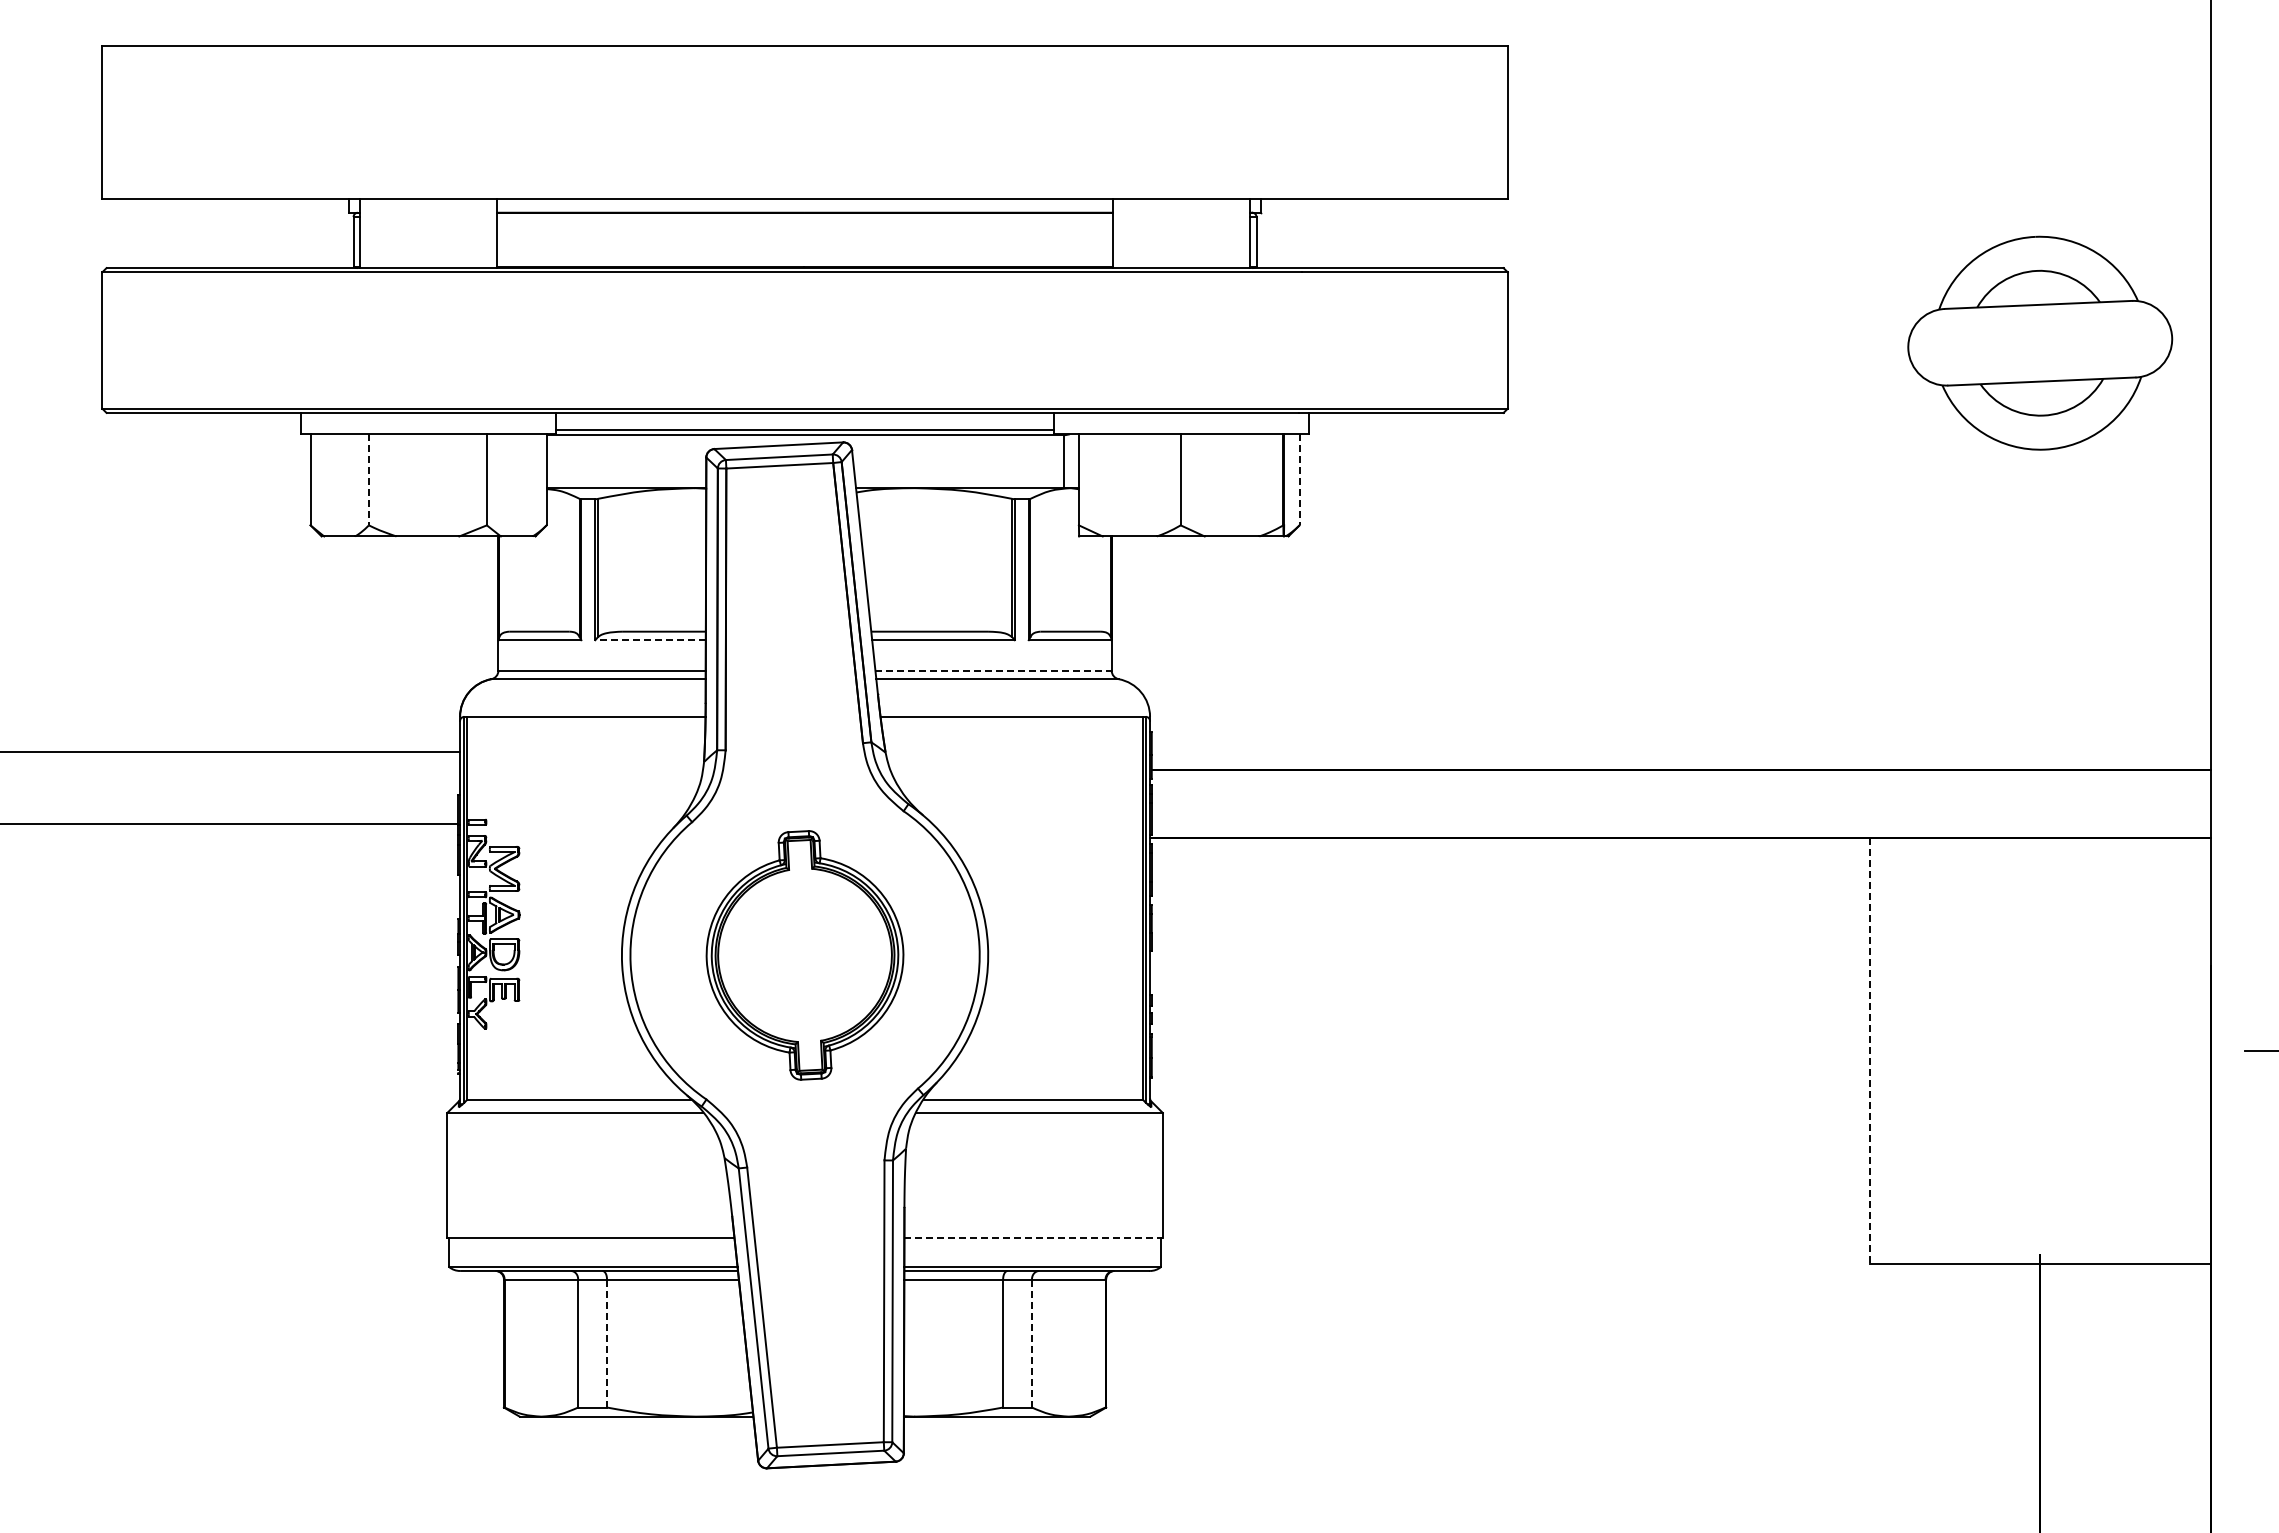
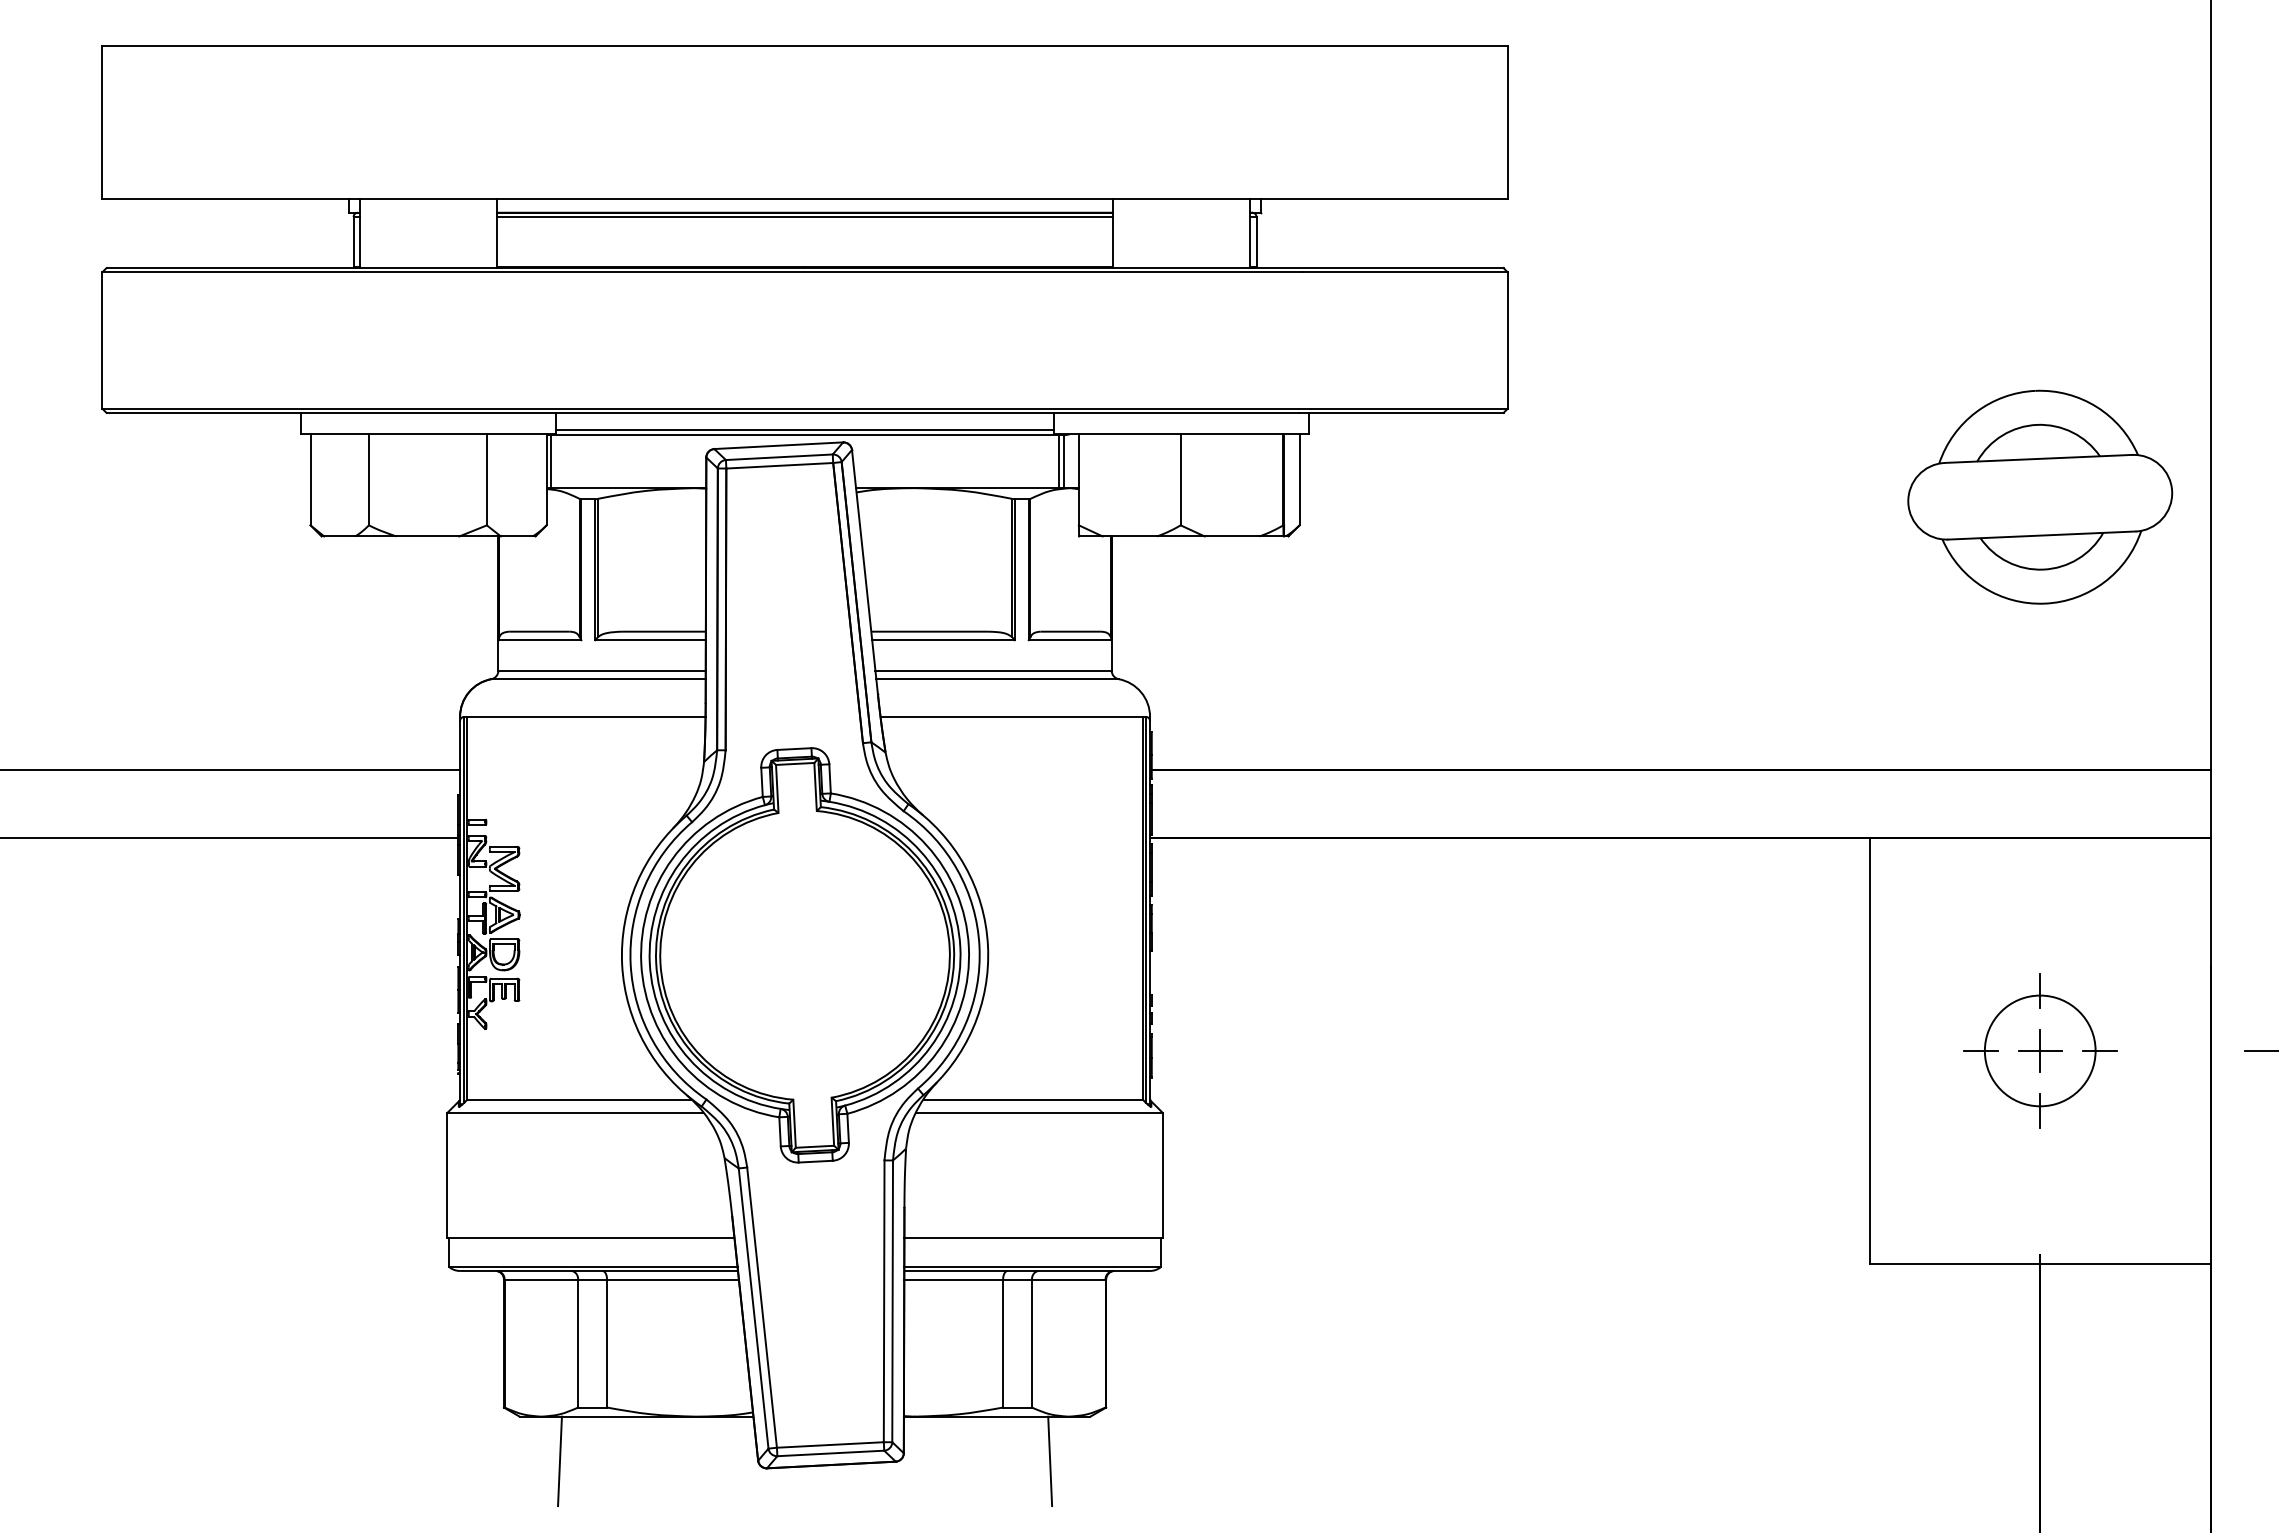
line at (804, 217): none -> present
part at (2040, 342) position: (2040, 342) -> (2040, 496)
line at (551, 461): none -> present
line at (1059, 461): none -> present
line at (368, 479): dashed -> solid
line at (1299, 479): dashed -> solid
line at (650, 640): dashed -> solid
line at (994, 670): dashed -> solid
line at (231, 751) position: (231, 751) -> (231, 769)
line at (230, 823) position: (230, 823) -> (230, 837)
part at (804, 955) size: 200x251 px -> 330x417 px
line at (1869, 1050): dashed -> solid
part at (2040, 1050): none -> present
line at (1034, 1237): dashed -> solid
line at (607, 1344): dashed -> solid
line at (1031, 1344): dashed -> solid
line at (559, 1461): none -> present
line at (1050, 1461): none -> present
